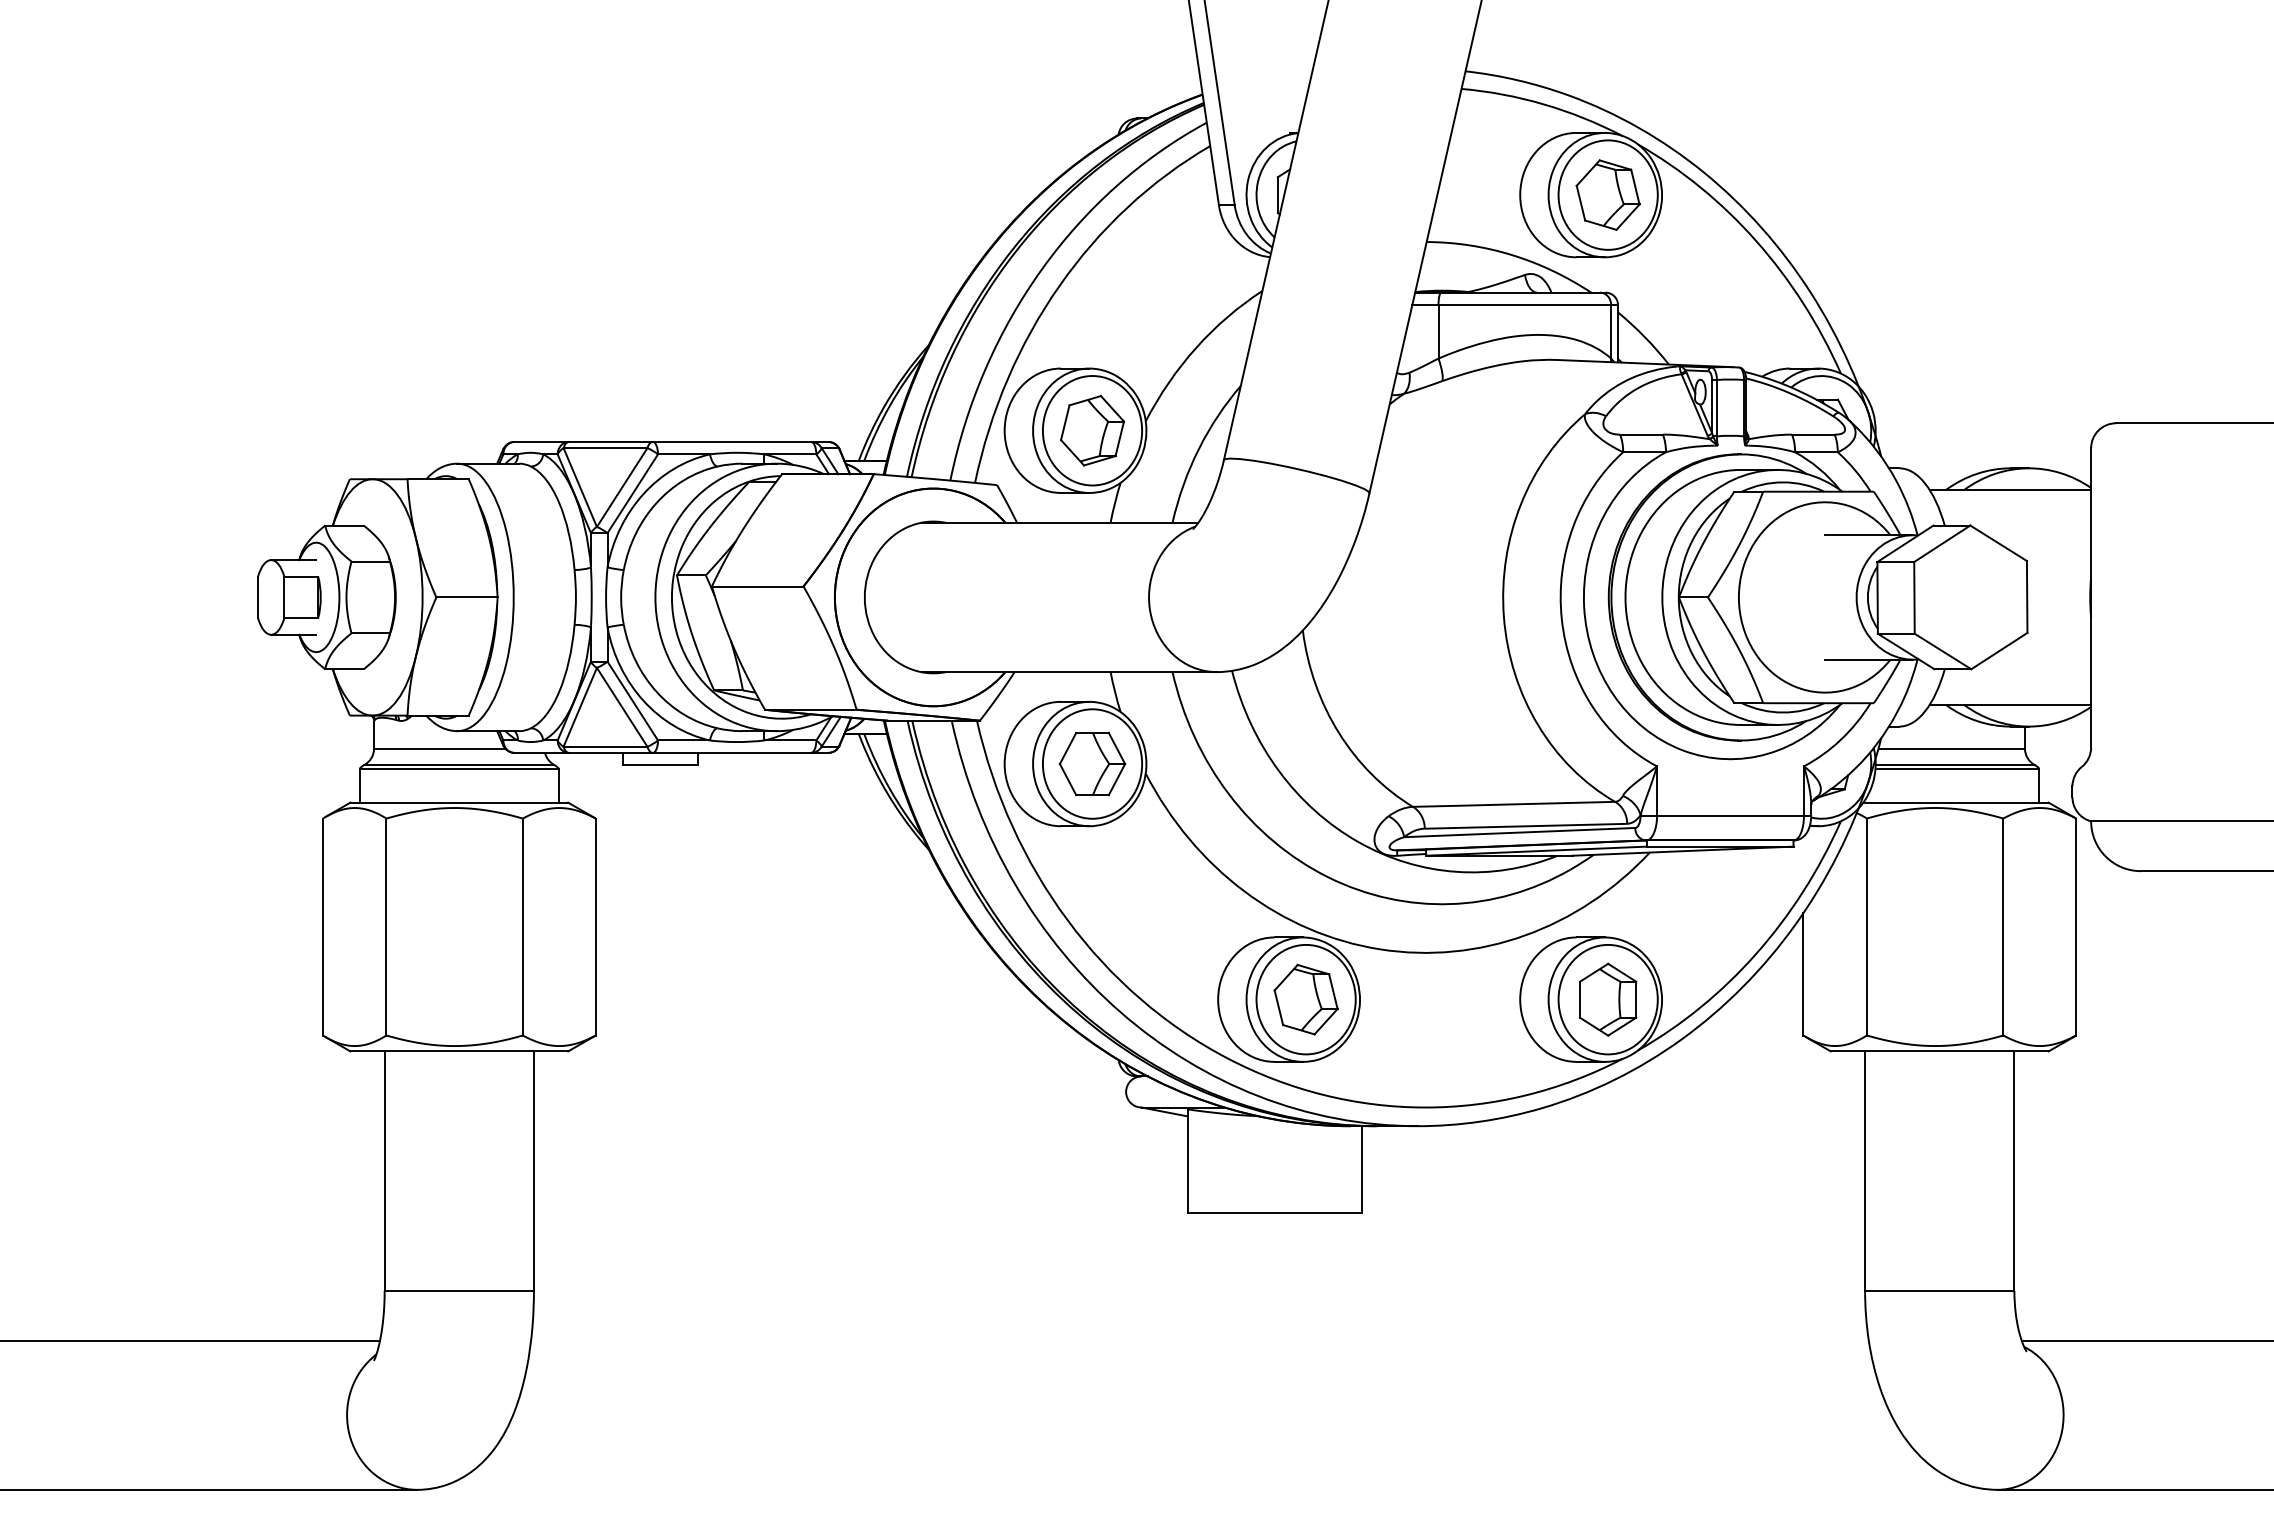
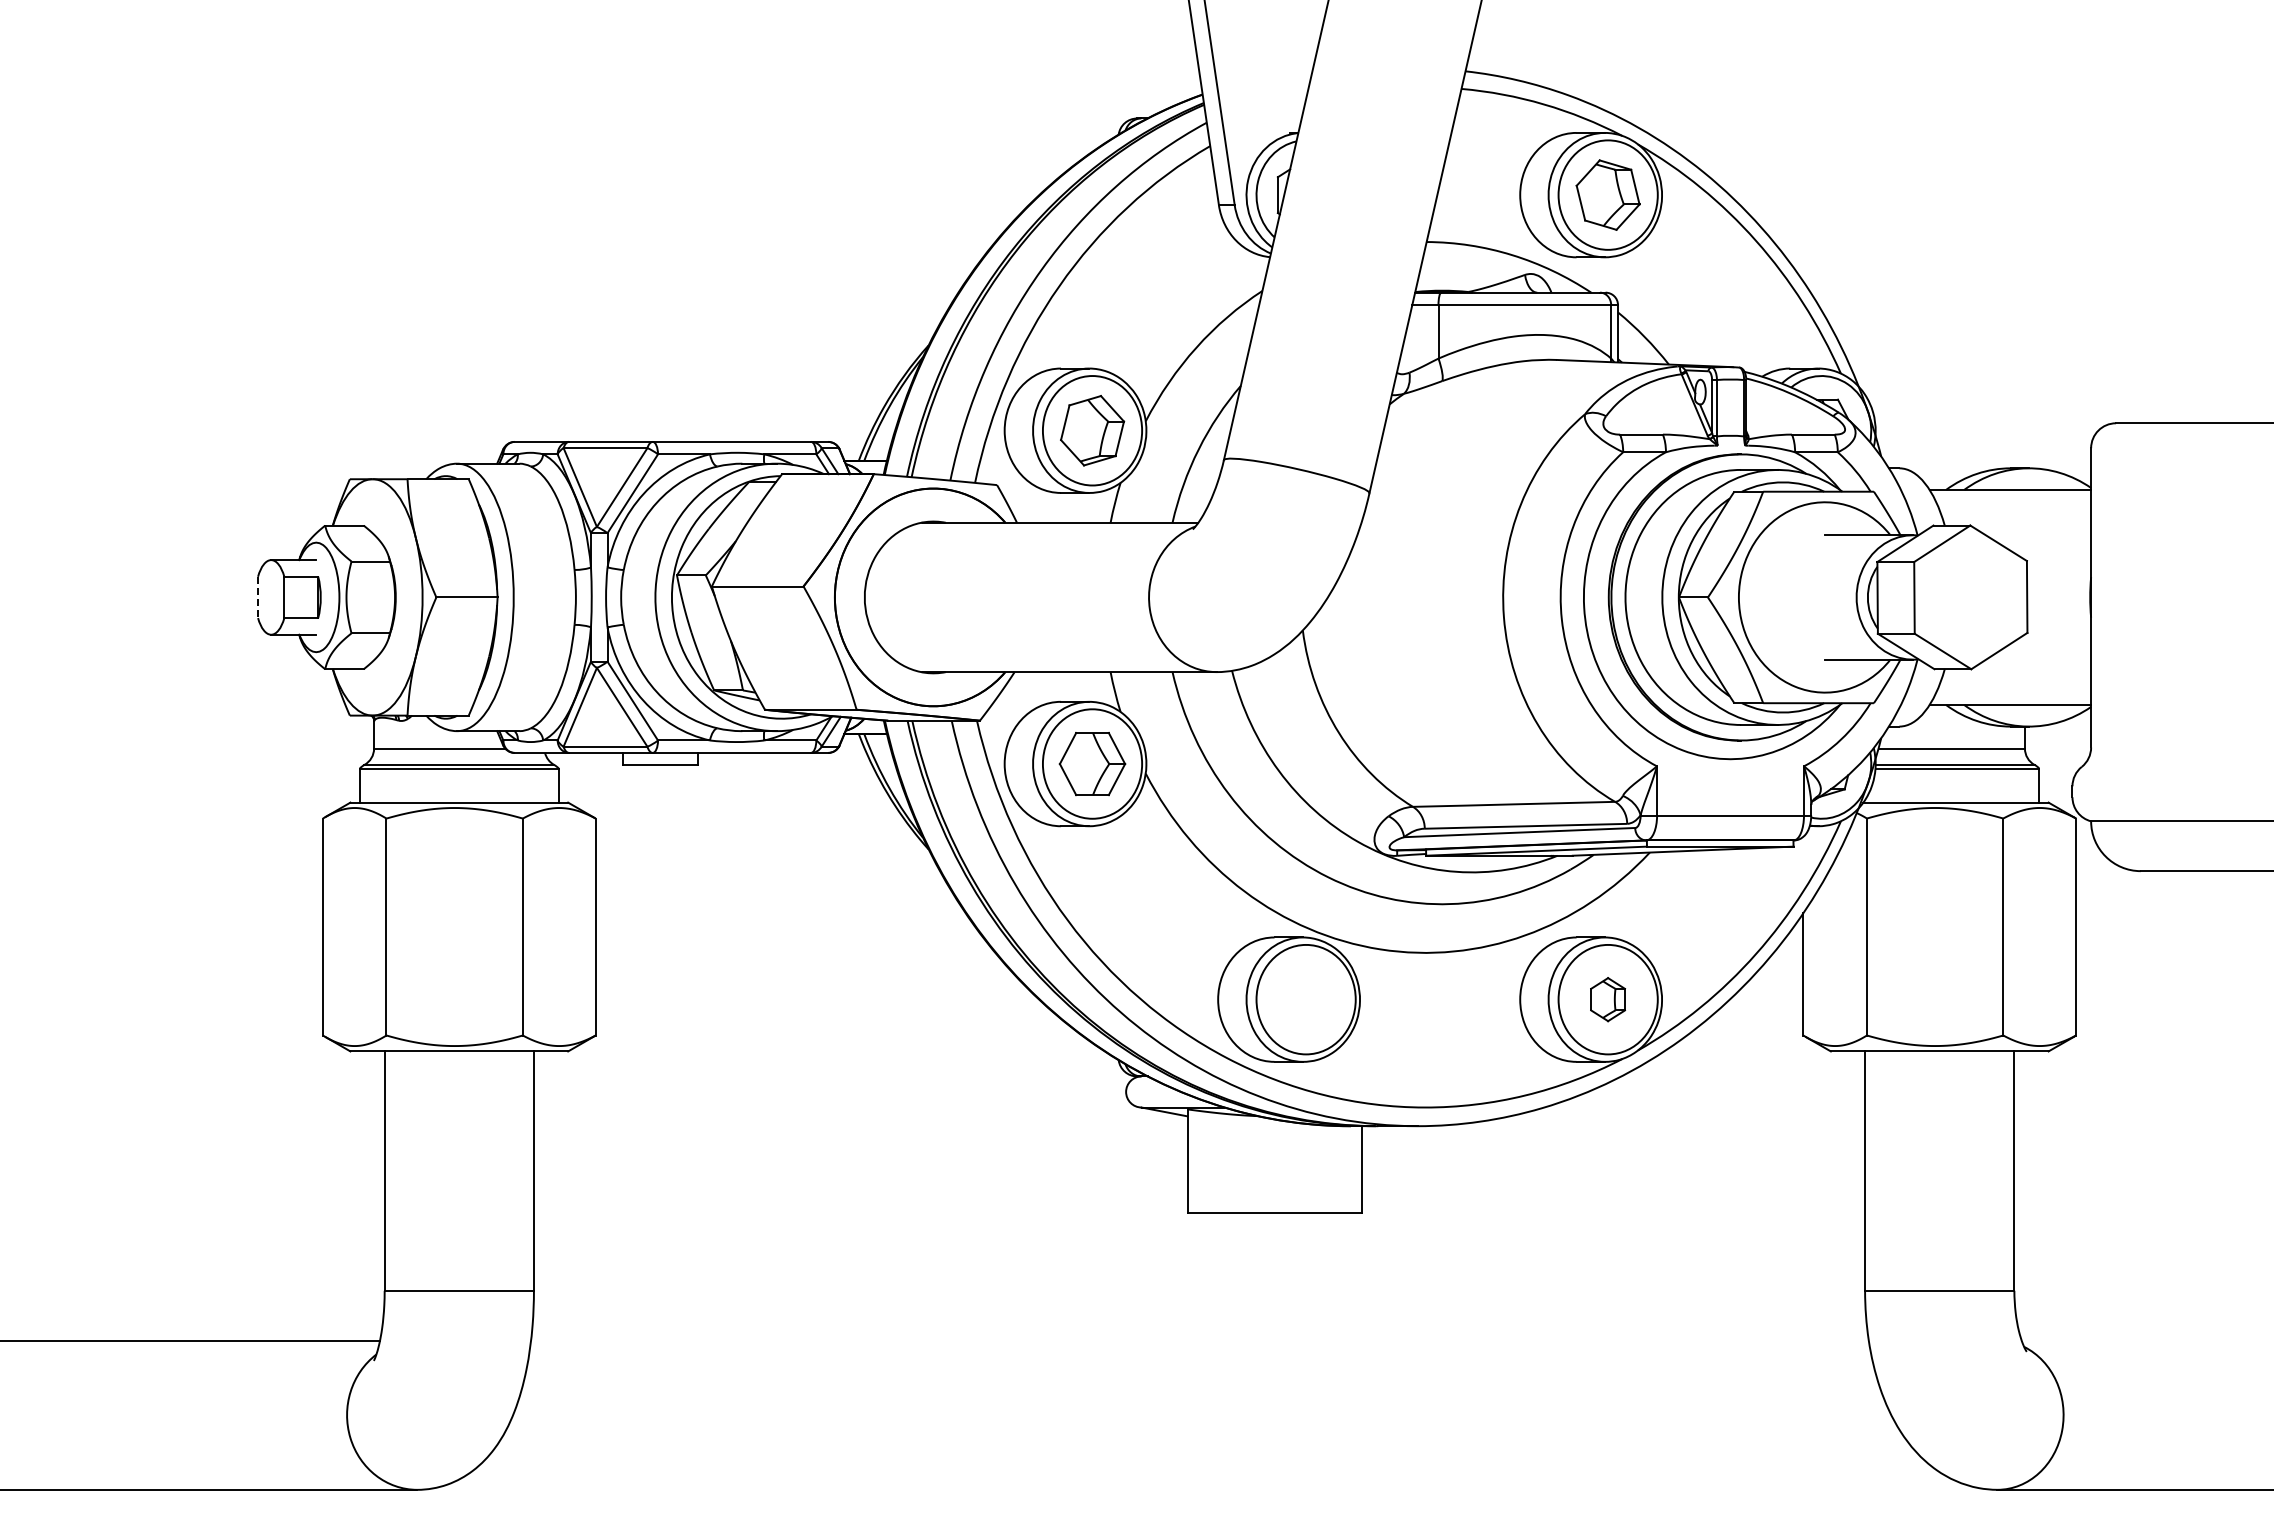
line at (258, 597): solid -> dashed
part at (1305, 999): present -> none
part at (1607, 999) size: 60x75 px -> 36x46 px
line at (2145, 1340): present -> none
